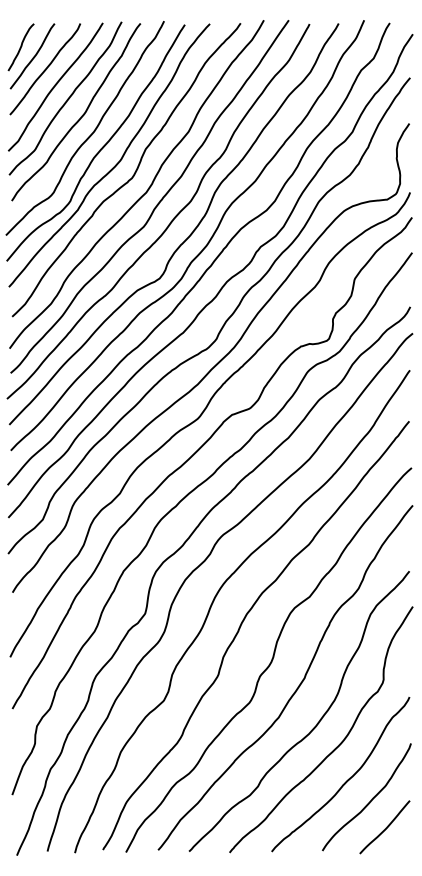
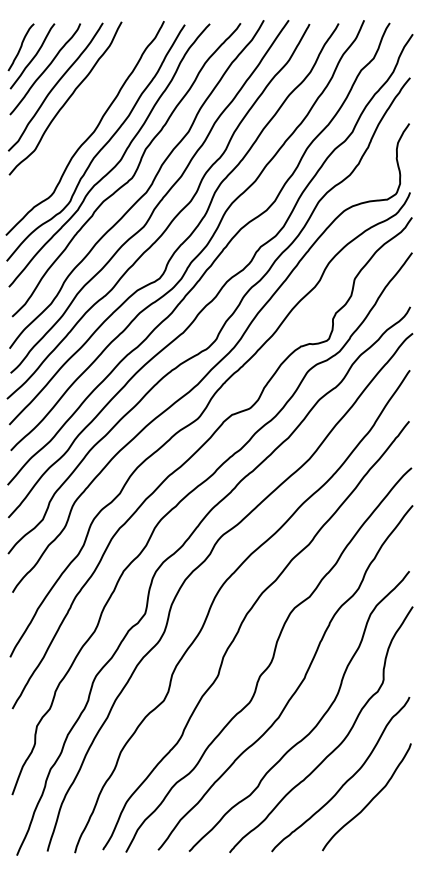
curve at (81, 115): present -> none
curve at (385, 827): present -> none
